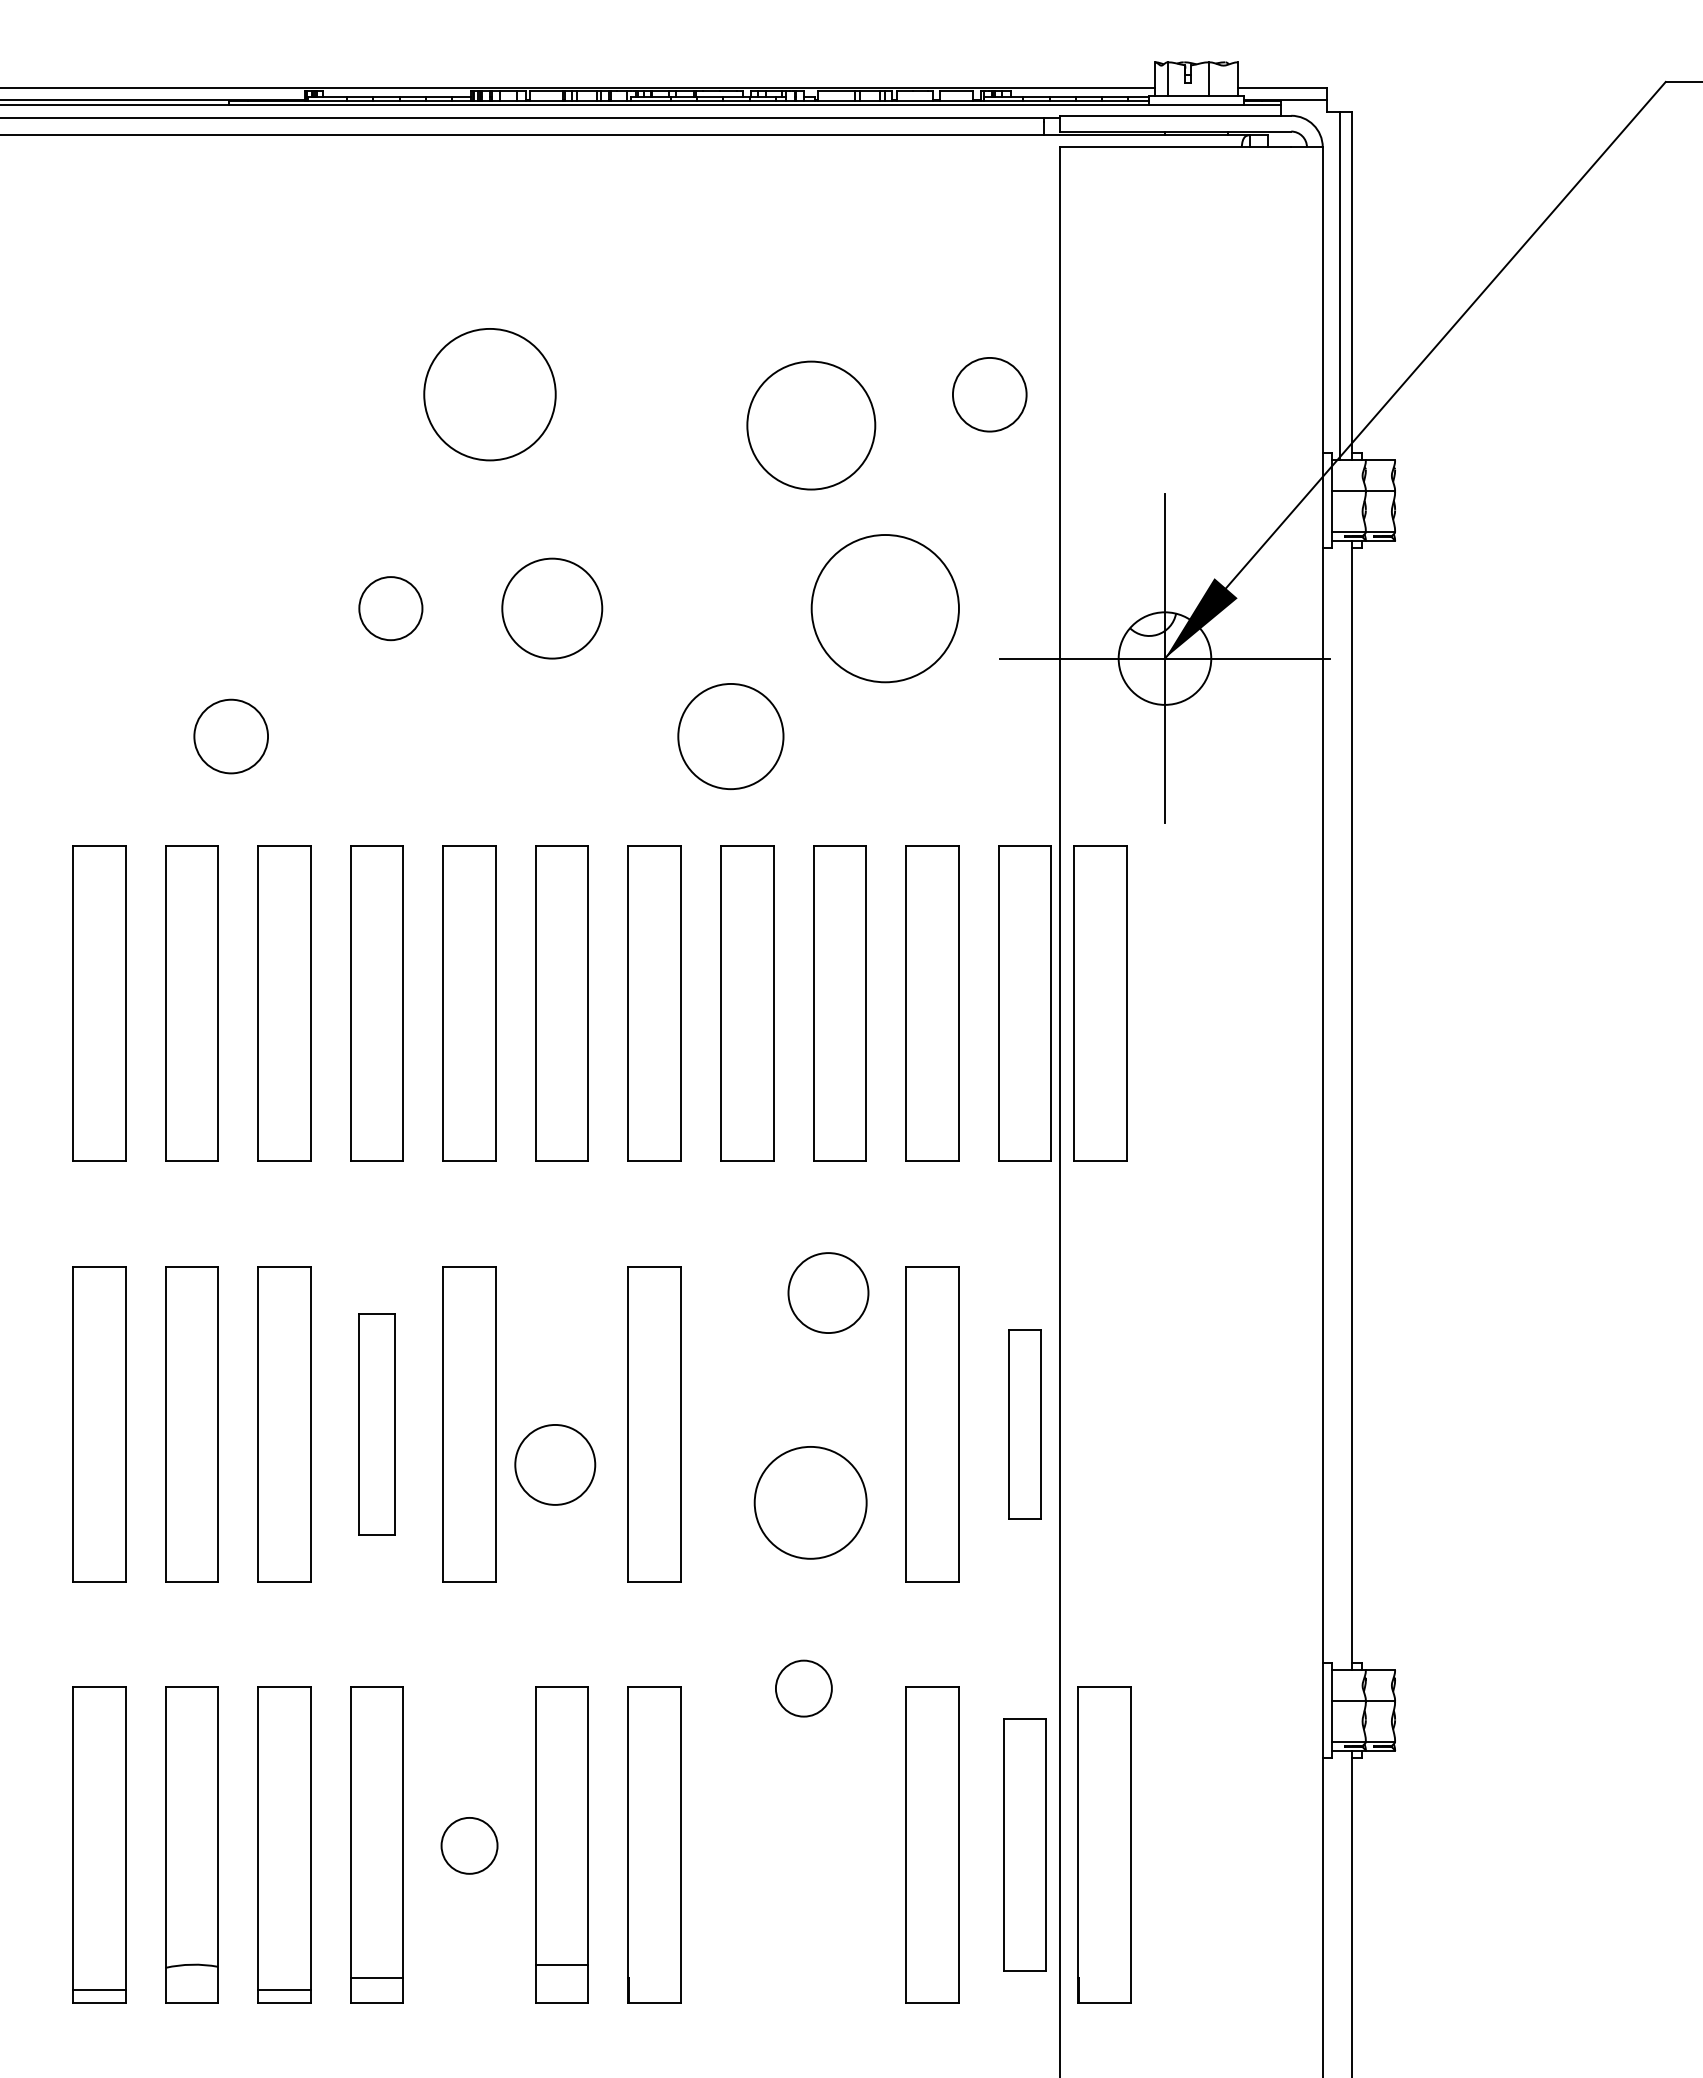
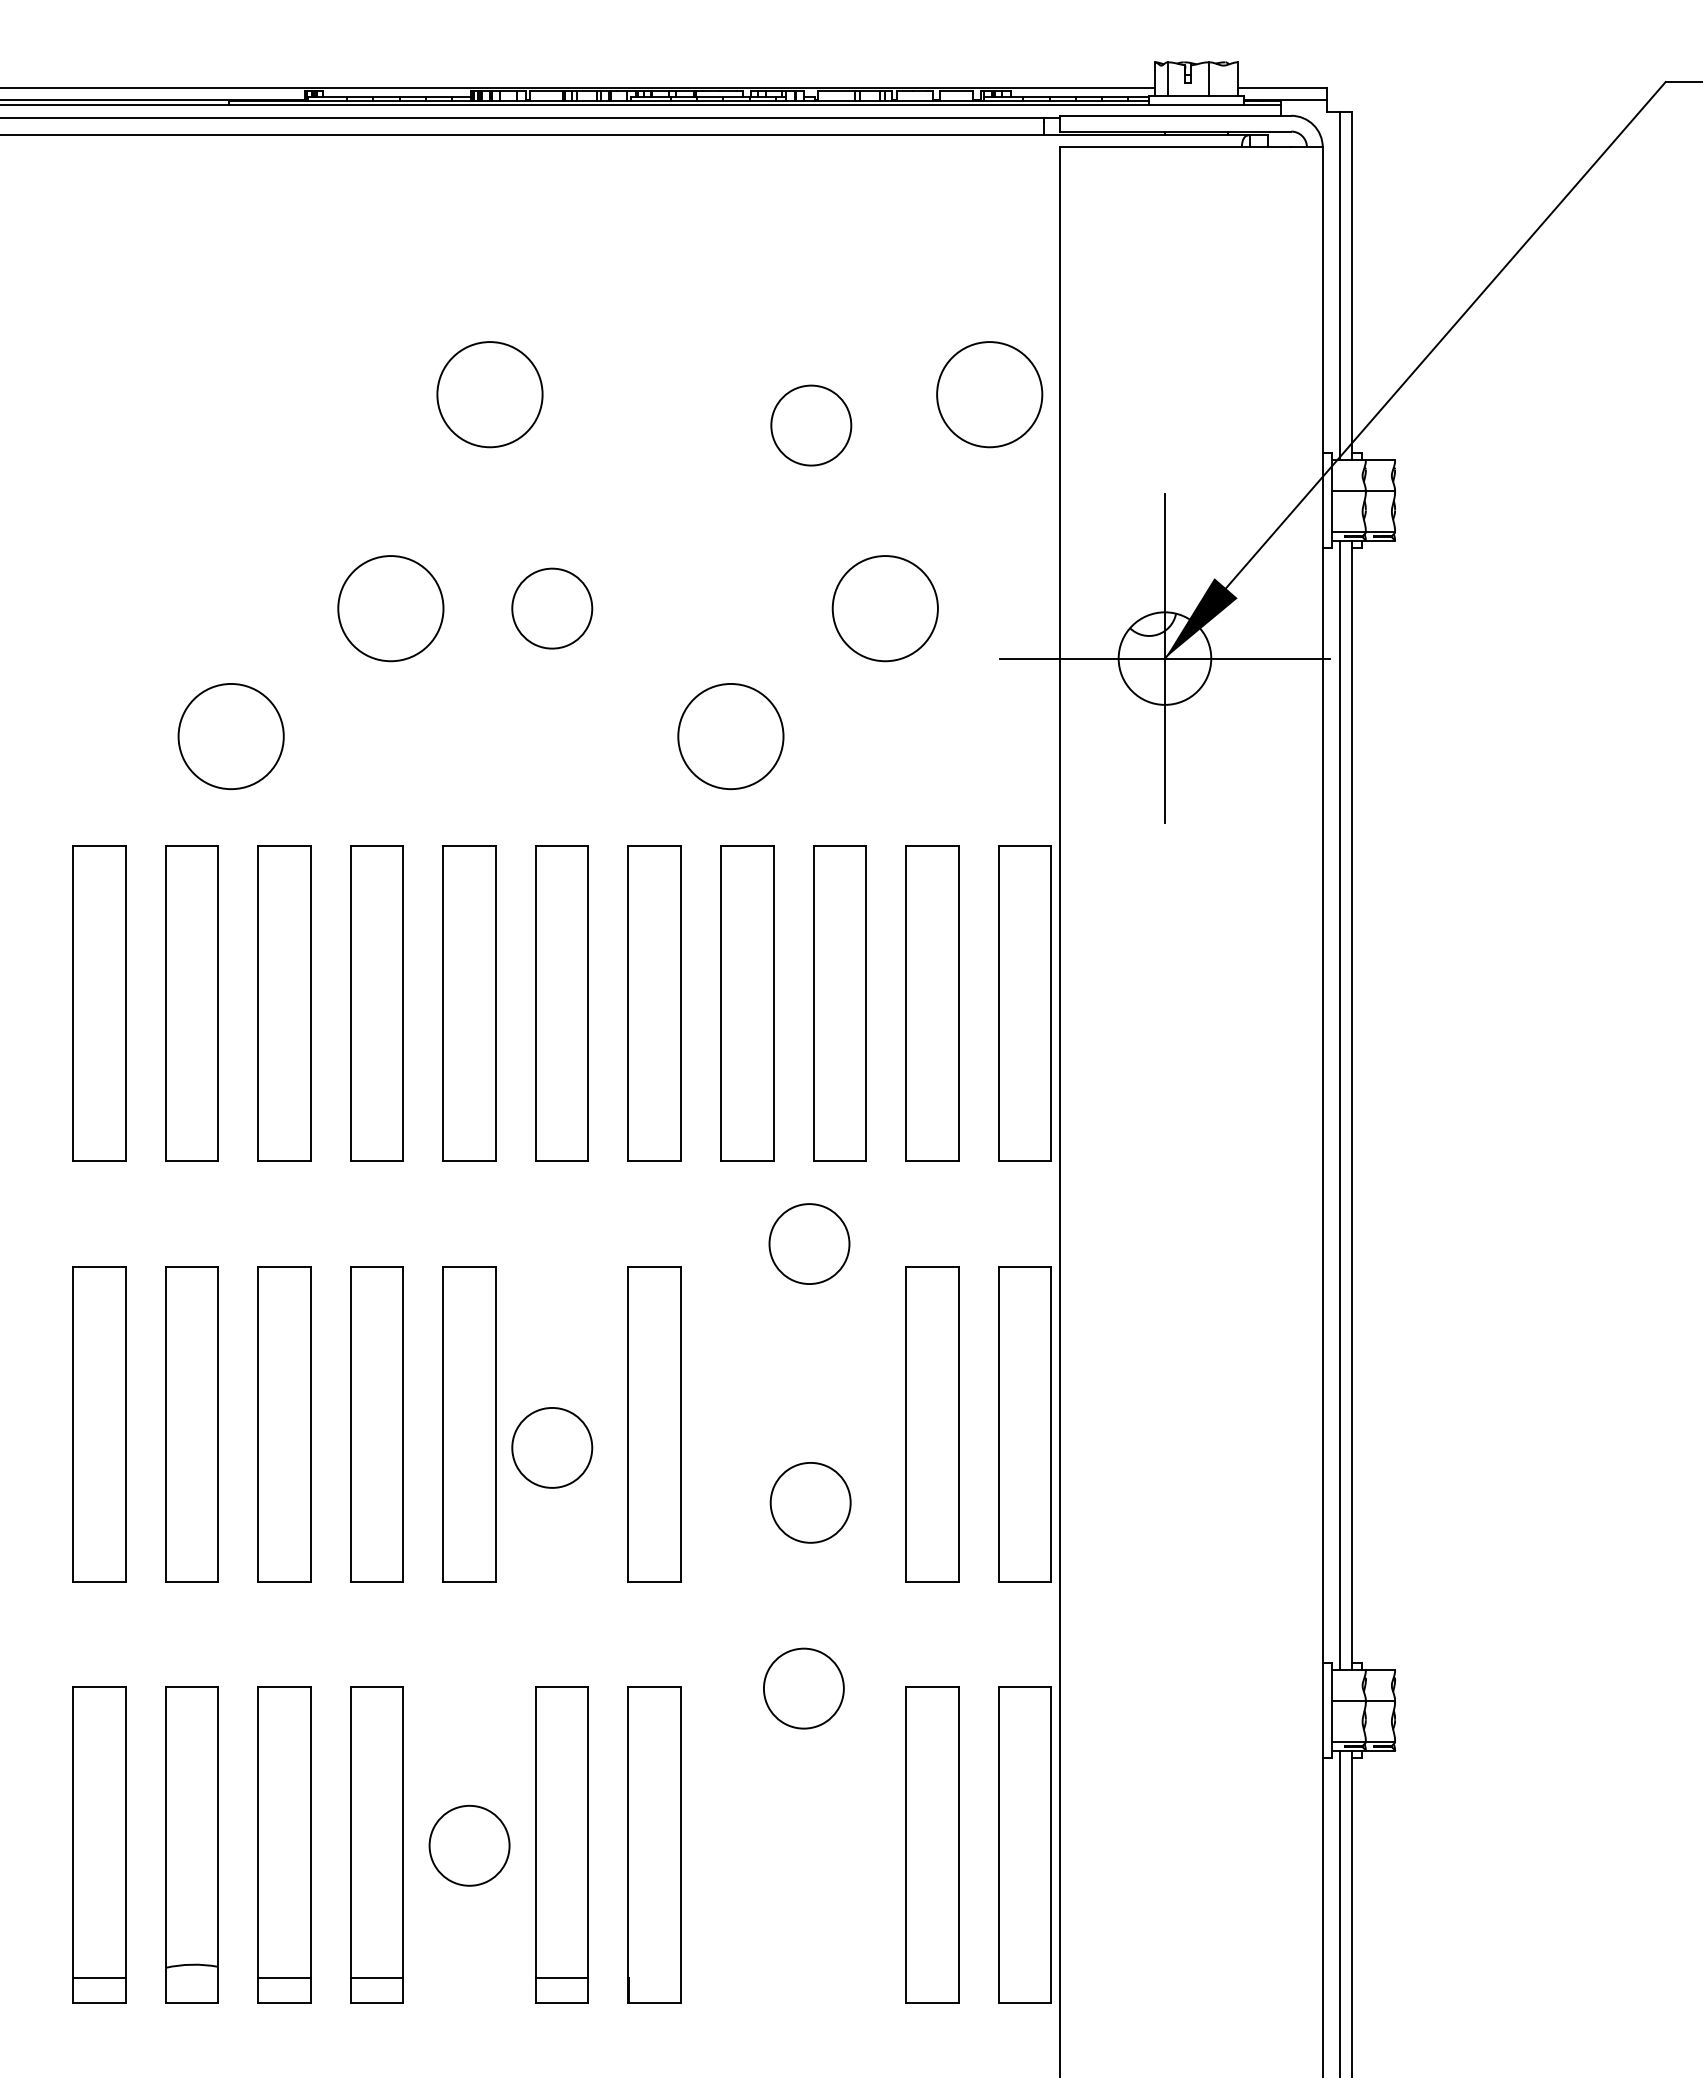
circle at (489, 394) diameter: 132 px -> 105 px
circle at (989, 394) size: 76x76 px -> 108x108 px
circle at (811, 425) diameter: 128 px -> 80 px
circle at (390, 608) diameter: 63 px -> 105 px
circle at (552, 608) diameter: 100 px -> 80 px
circle at (884, 608) diameter: 147 px -> 105 px
circle at (231, 736) diameter: 74 px -> 105 px
part at (1100, 1003): present -> none
line at (1339, 1105): none -> present
circle at (828, 1292) position: (828, 1292) -> (809, 1243)
part at (376, 1424) size: 38x223 px -> 54x317 px
part at (1024, 1424) size: 34x191 px -> 54x317 px
circle at (555, 1464) position: (555, 1464) -> (552, 1447)
circle at (810, 1502) diameter: 112 px -> 80 px
circle at (803, 1688) diameter: 56 px -> 80 px
part at (1024, 1844) size: 44x254 px -> 54x318 px
part at (1104, 1844): present -> none
circle at (469, 1845) size: 59x58 px -> 83x82 px
line at (1339, 1912): none -> present
line at (561, 1965) position: (561, 1965) -> (561, 1978)
line at (98, 1990) position: (98, 1990) -> (98, 1978)
line at (284, 1990) position: (284, 1990) -> (284, 1978)
